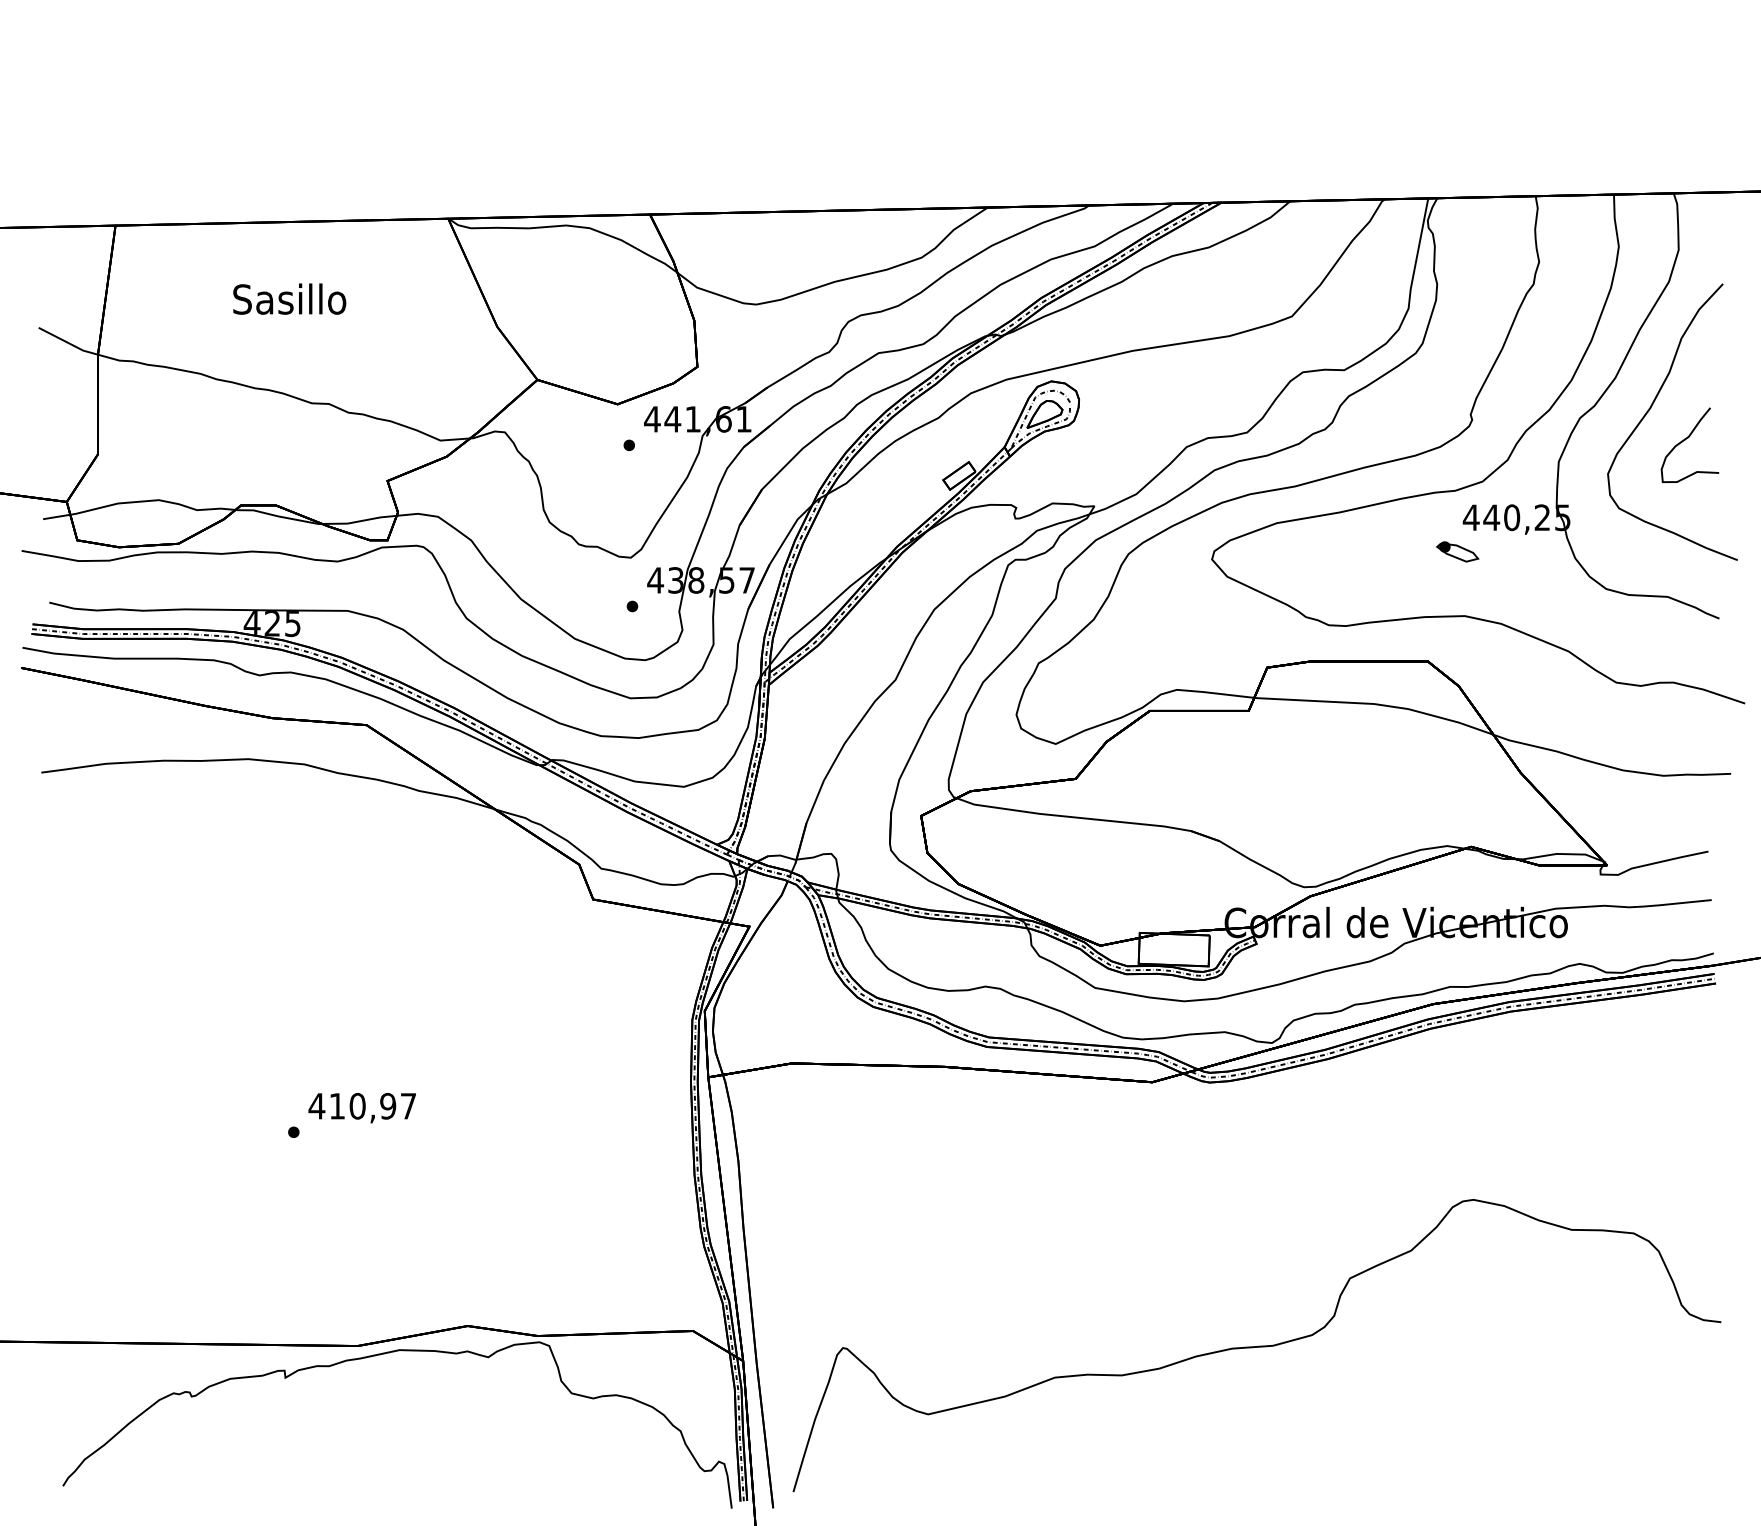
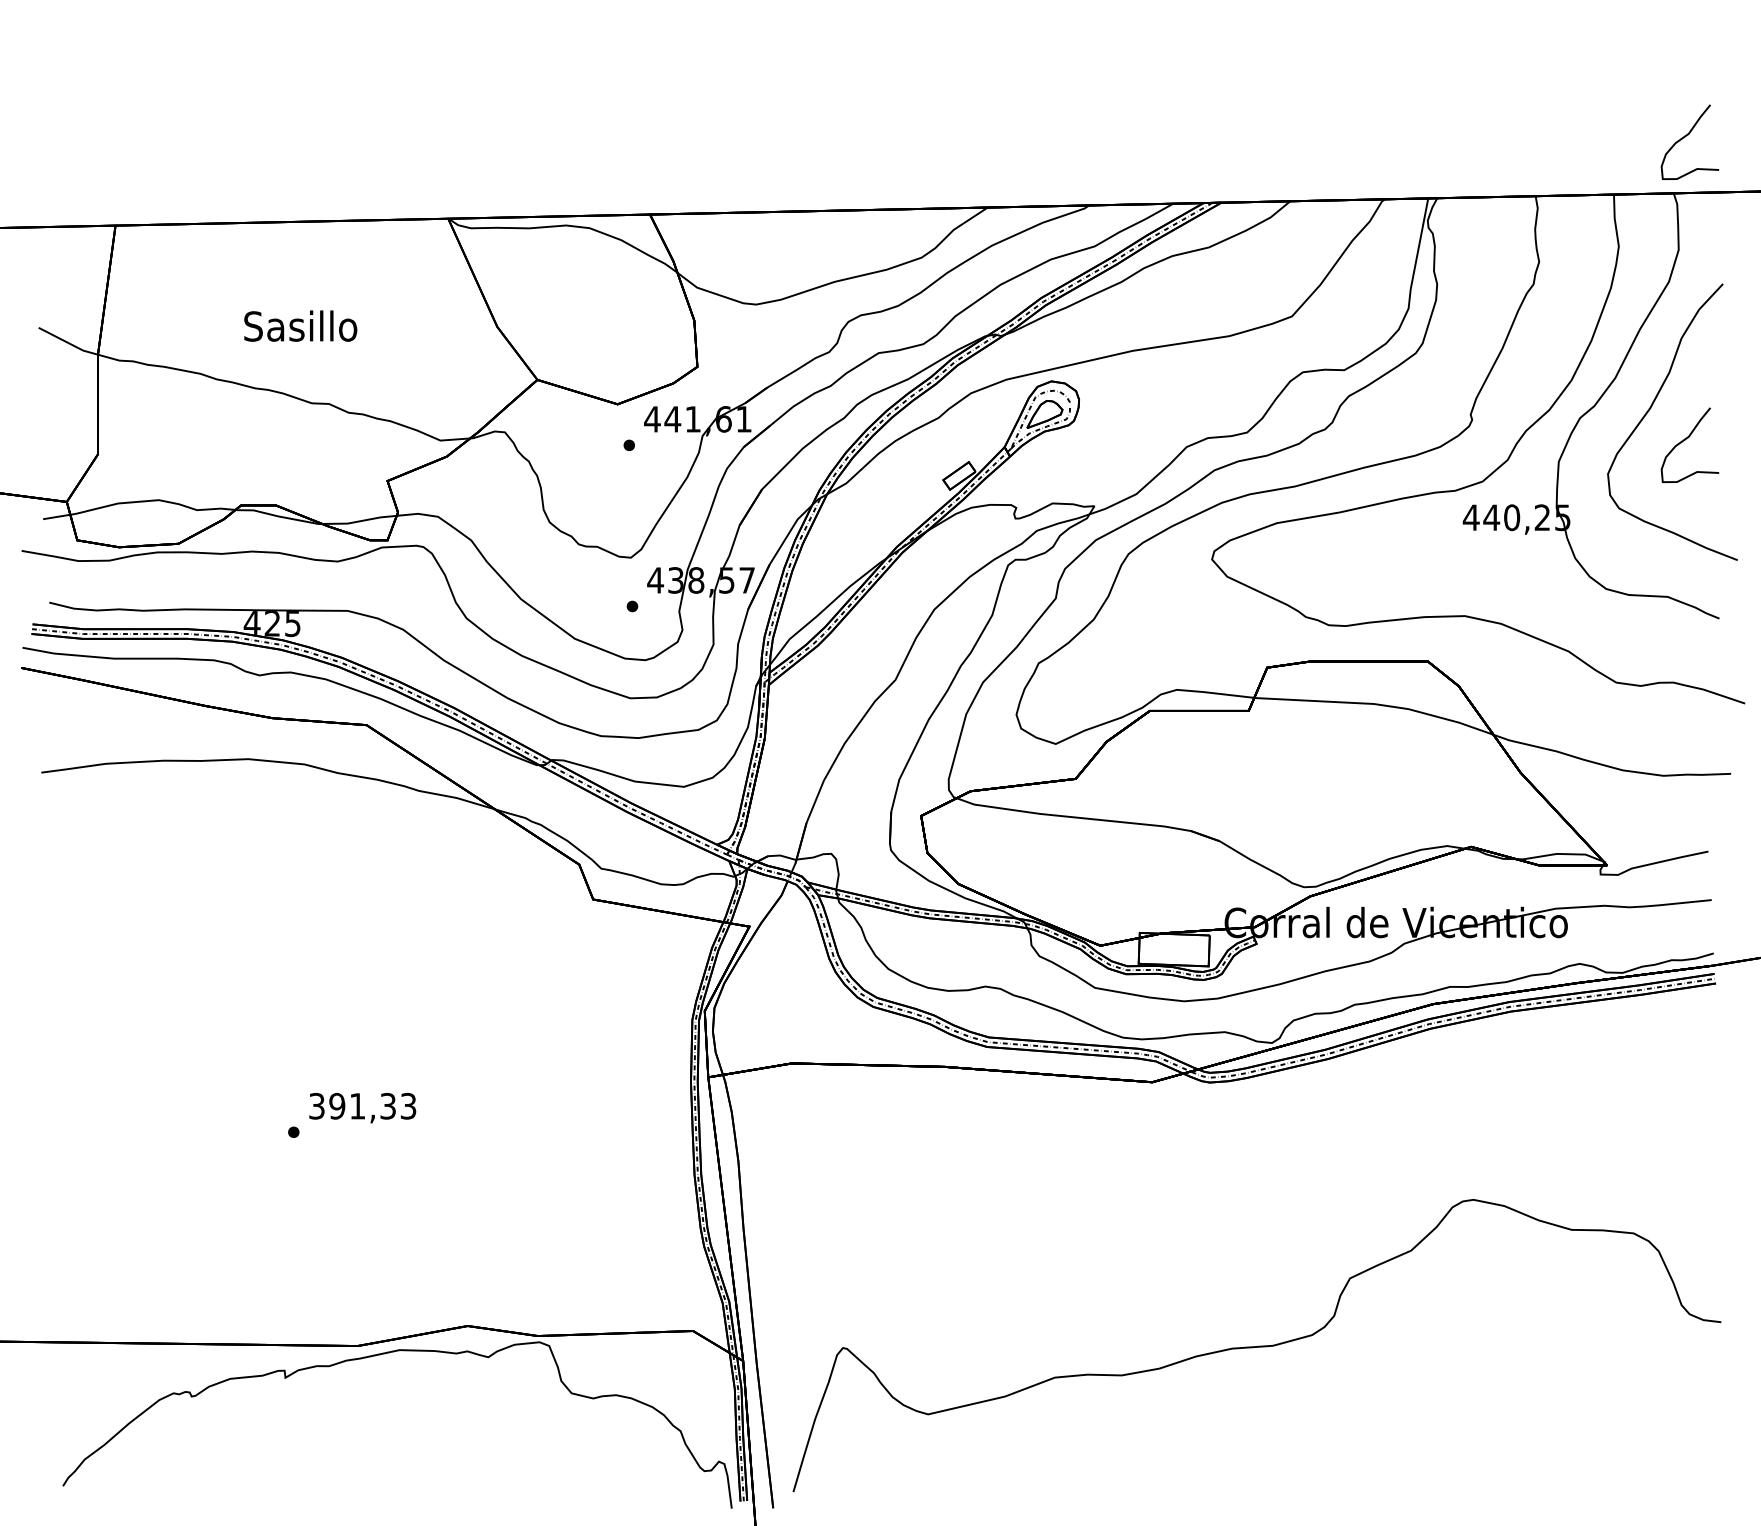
curve at (1685, 137): none -> present
text at (289, 298) position: (289, 298) -> (300, 325)
part at (1457, 551): present -> none
text at (362, 1105): 410,97 -> 391,33
